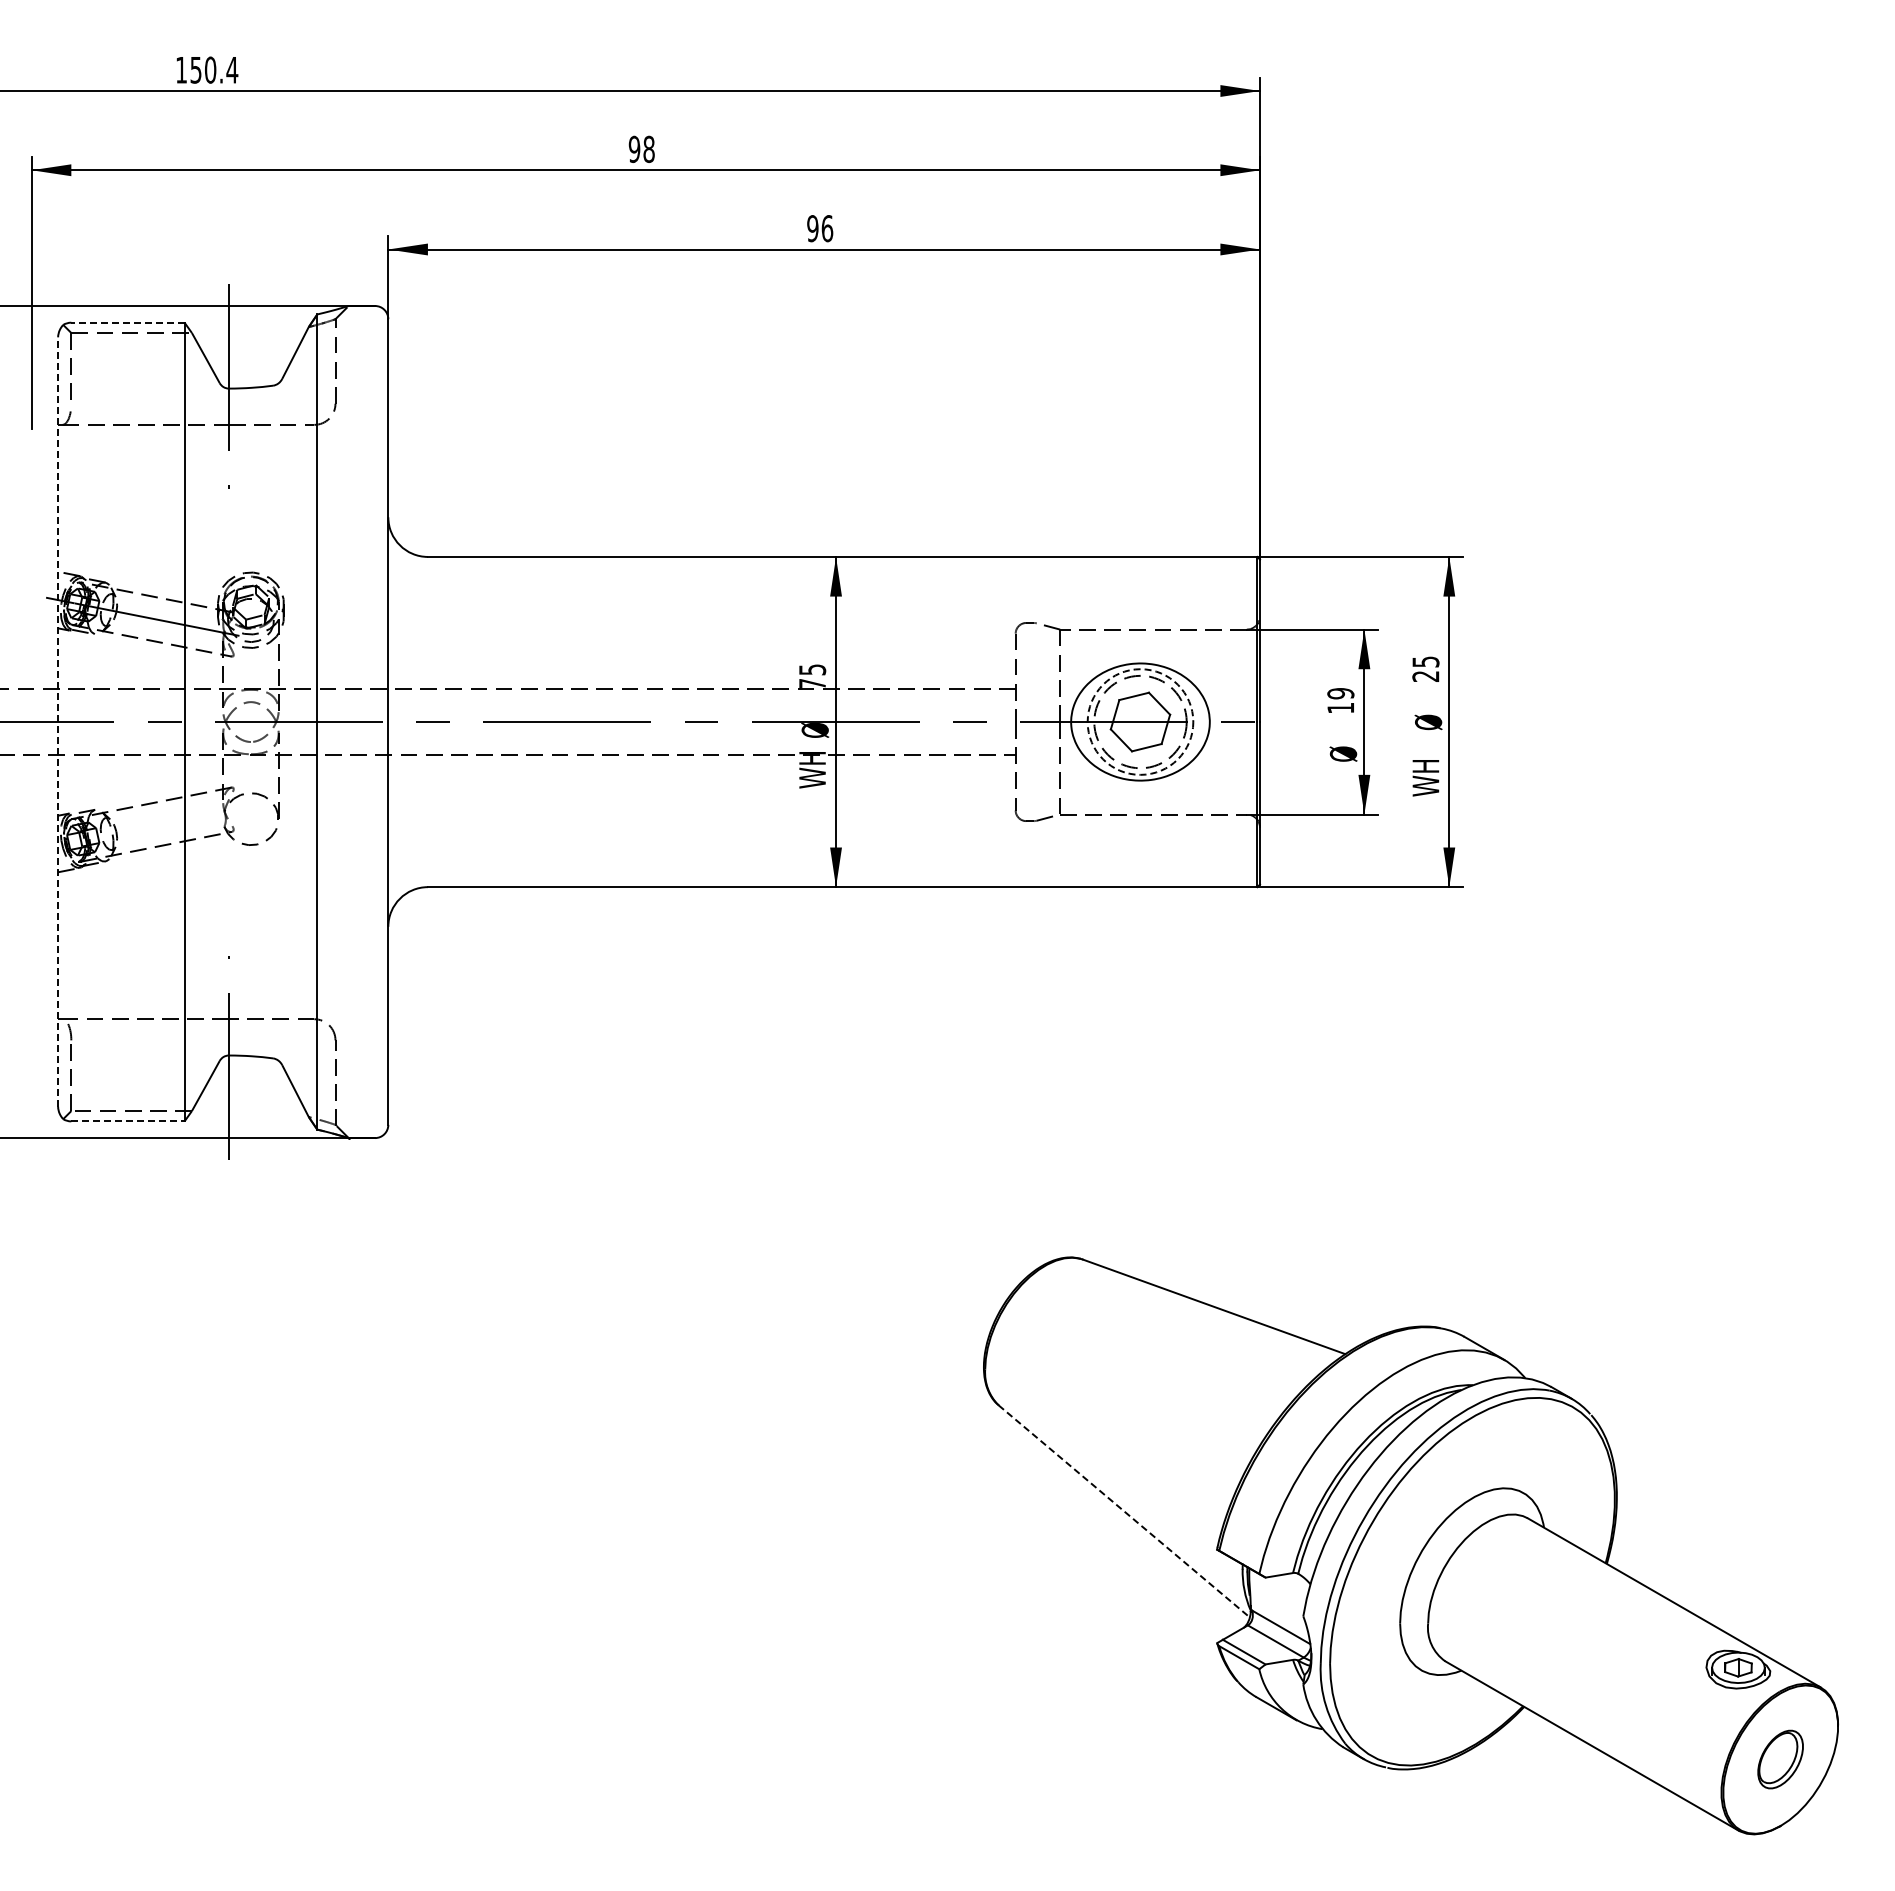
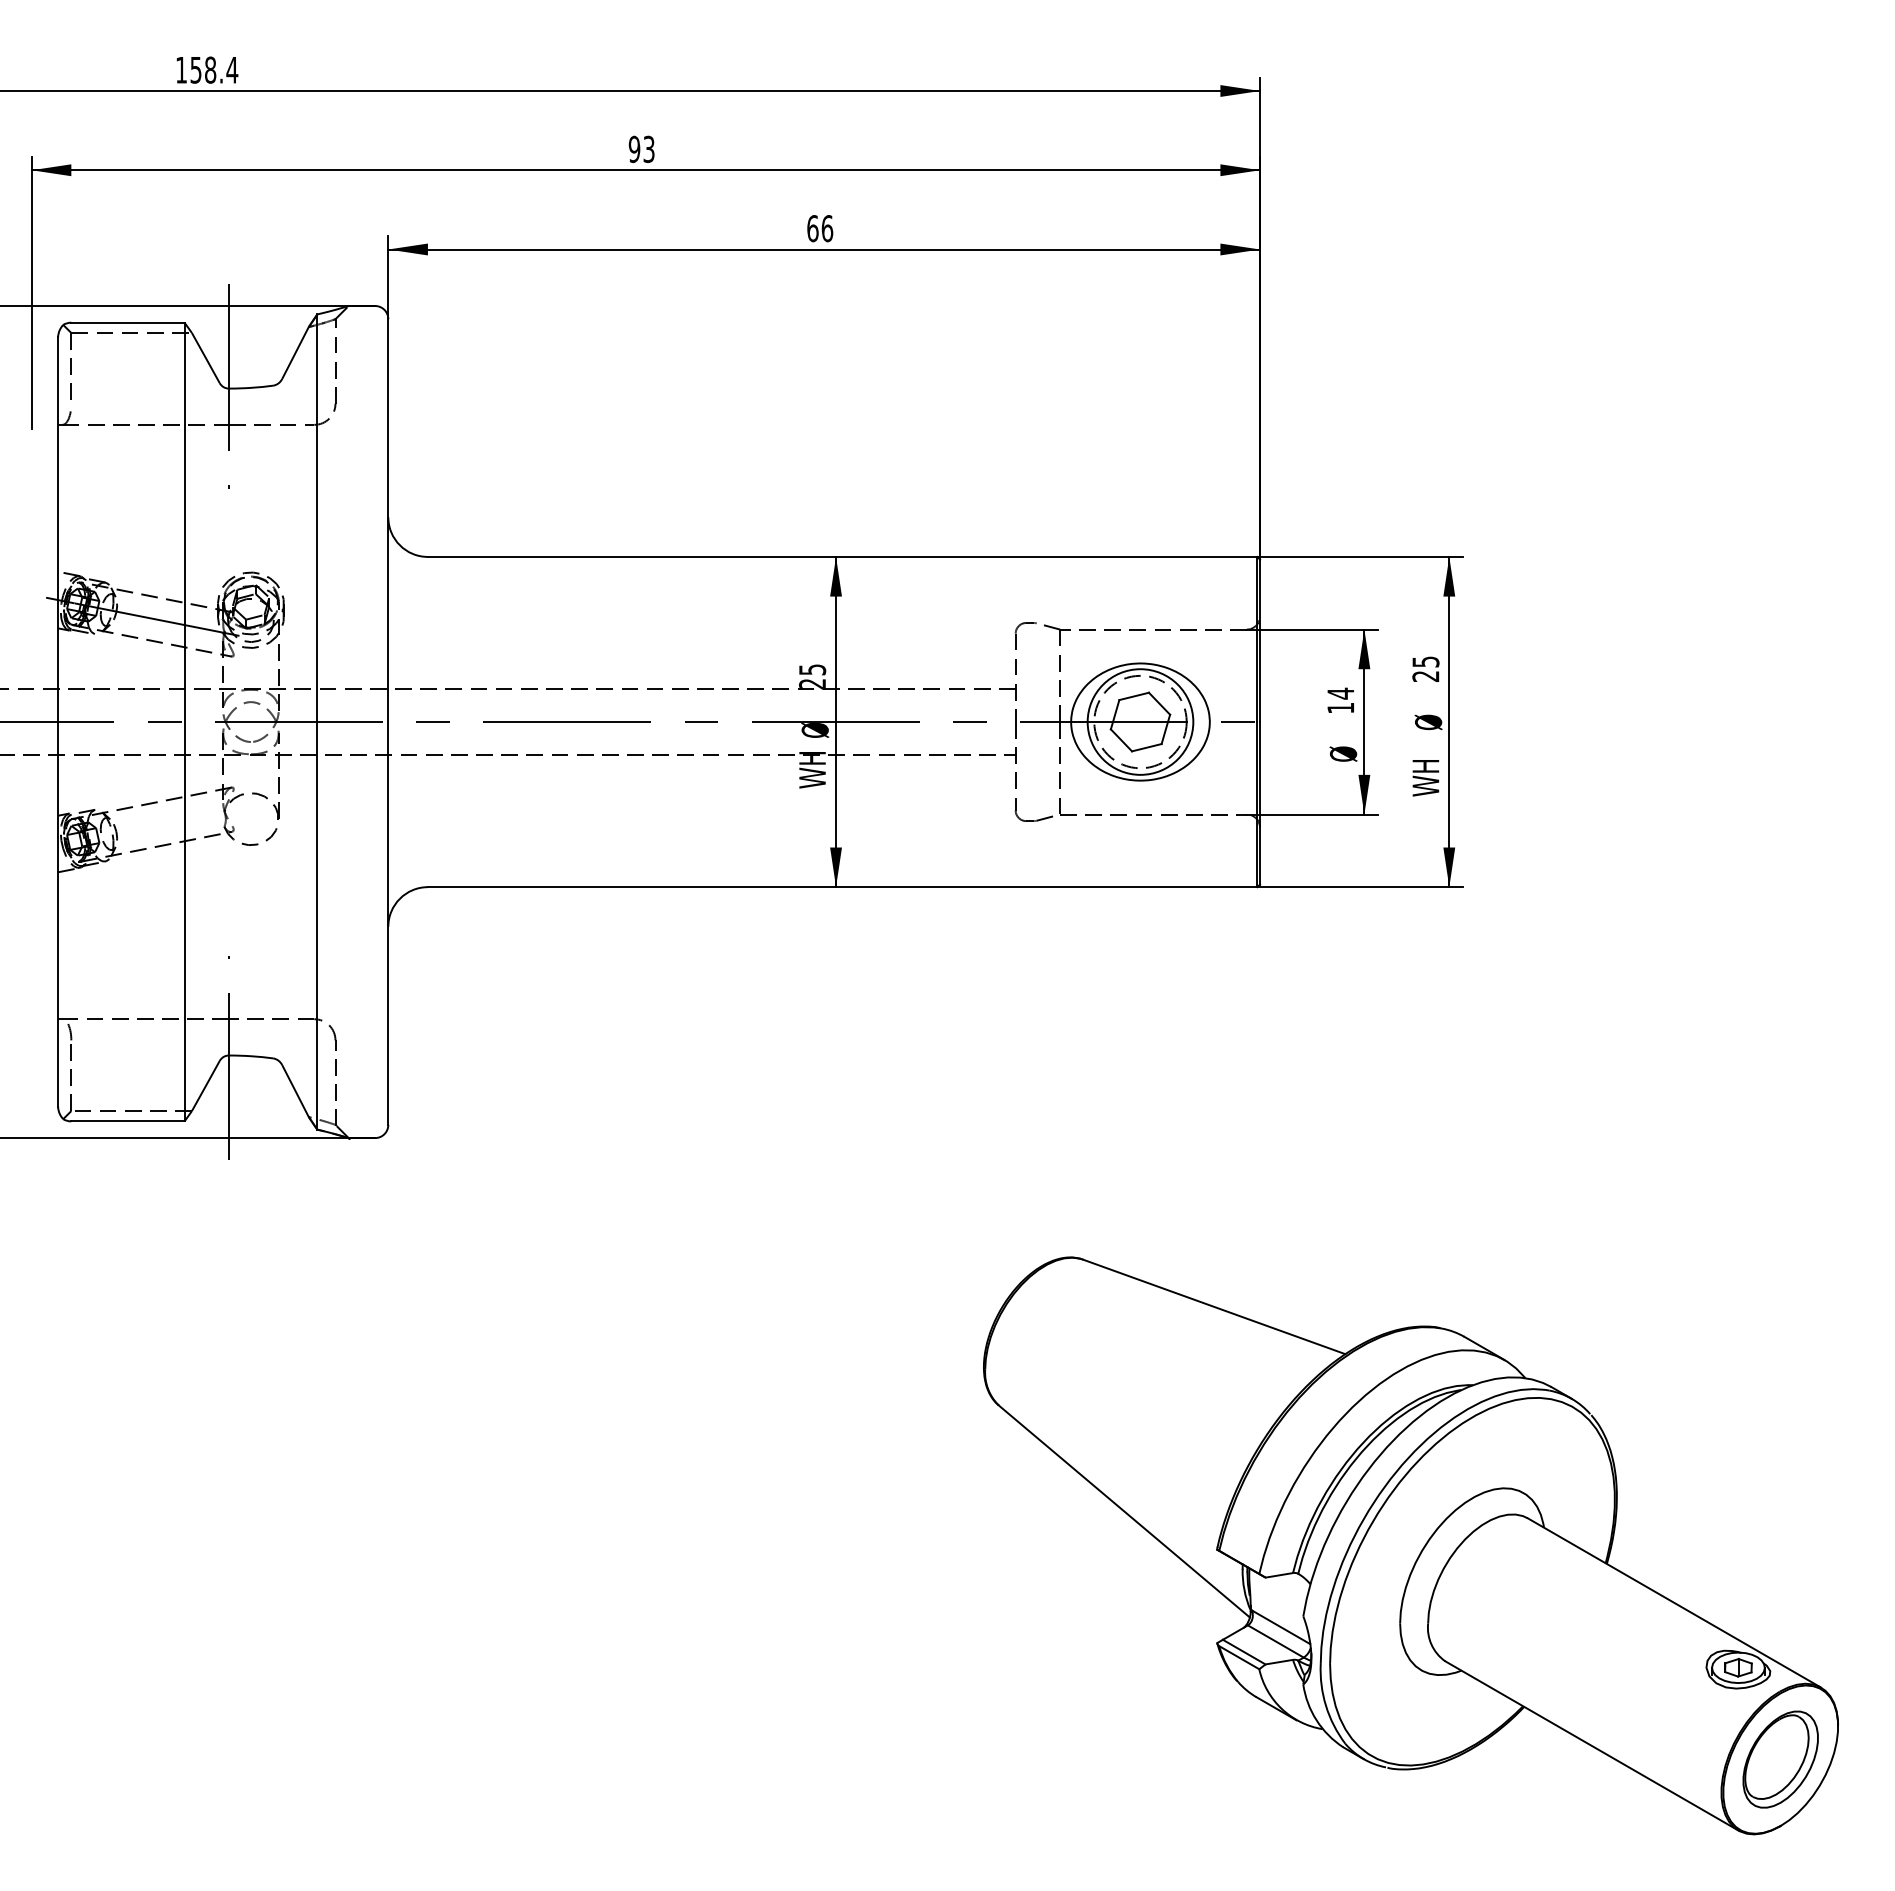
text at (210, 70): 150.4 -> 158.4
text at (648, 148): 98 -> 93
text at (812, 228): 96 -> 66
line at (127, 322): dashed -> solid
text at (812, 684): 75 -> 25
text at (1340, 693): 19 -> 14
circle at (1140, 721): dashed -> solid
line at (58, 722): dashed -> solid
line at (127, 1121): dashed -> solid
line at (1124, 1511): dashed -> solid
part at (1780, 1759) size: 47x61 px -> 77x99 px
